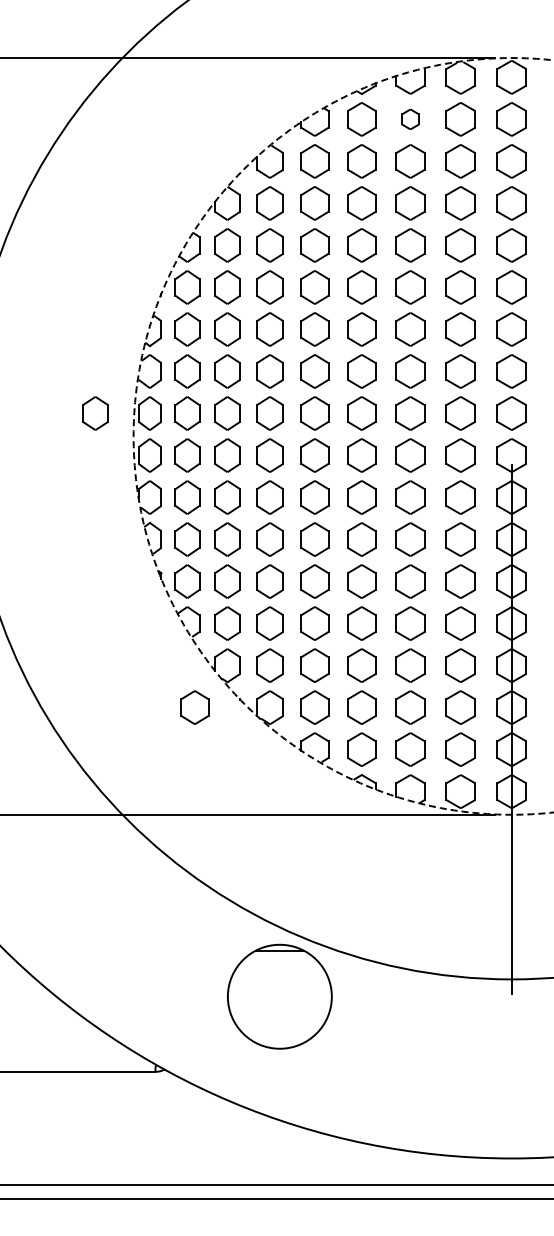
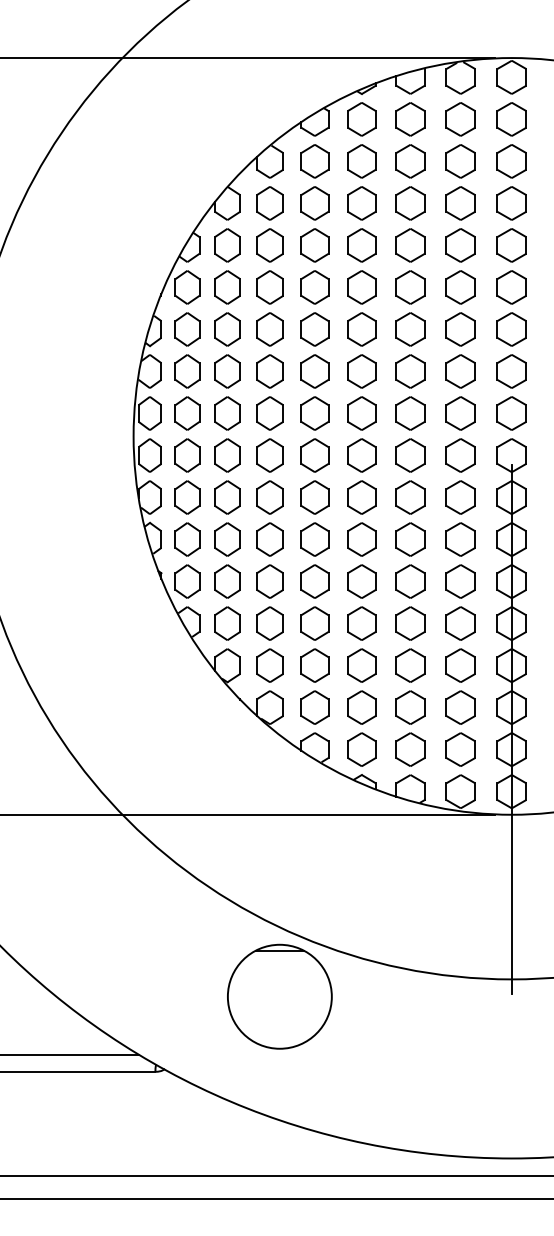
part at (410, 118) size: 19x22 px -> 31x35 px
part at (95, 413): present -> none
circle at (343, 436): dashed -> solid
part at (194, 707): present -> none
line at (70, 1054): none -> present
line at (276, 1184) position: (276, 1184) -> (276, 1175)
